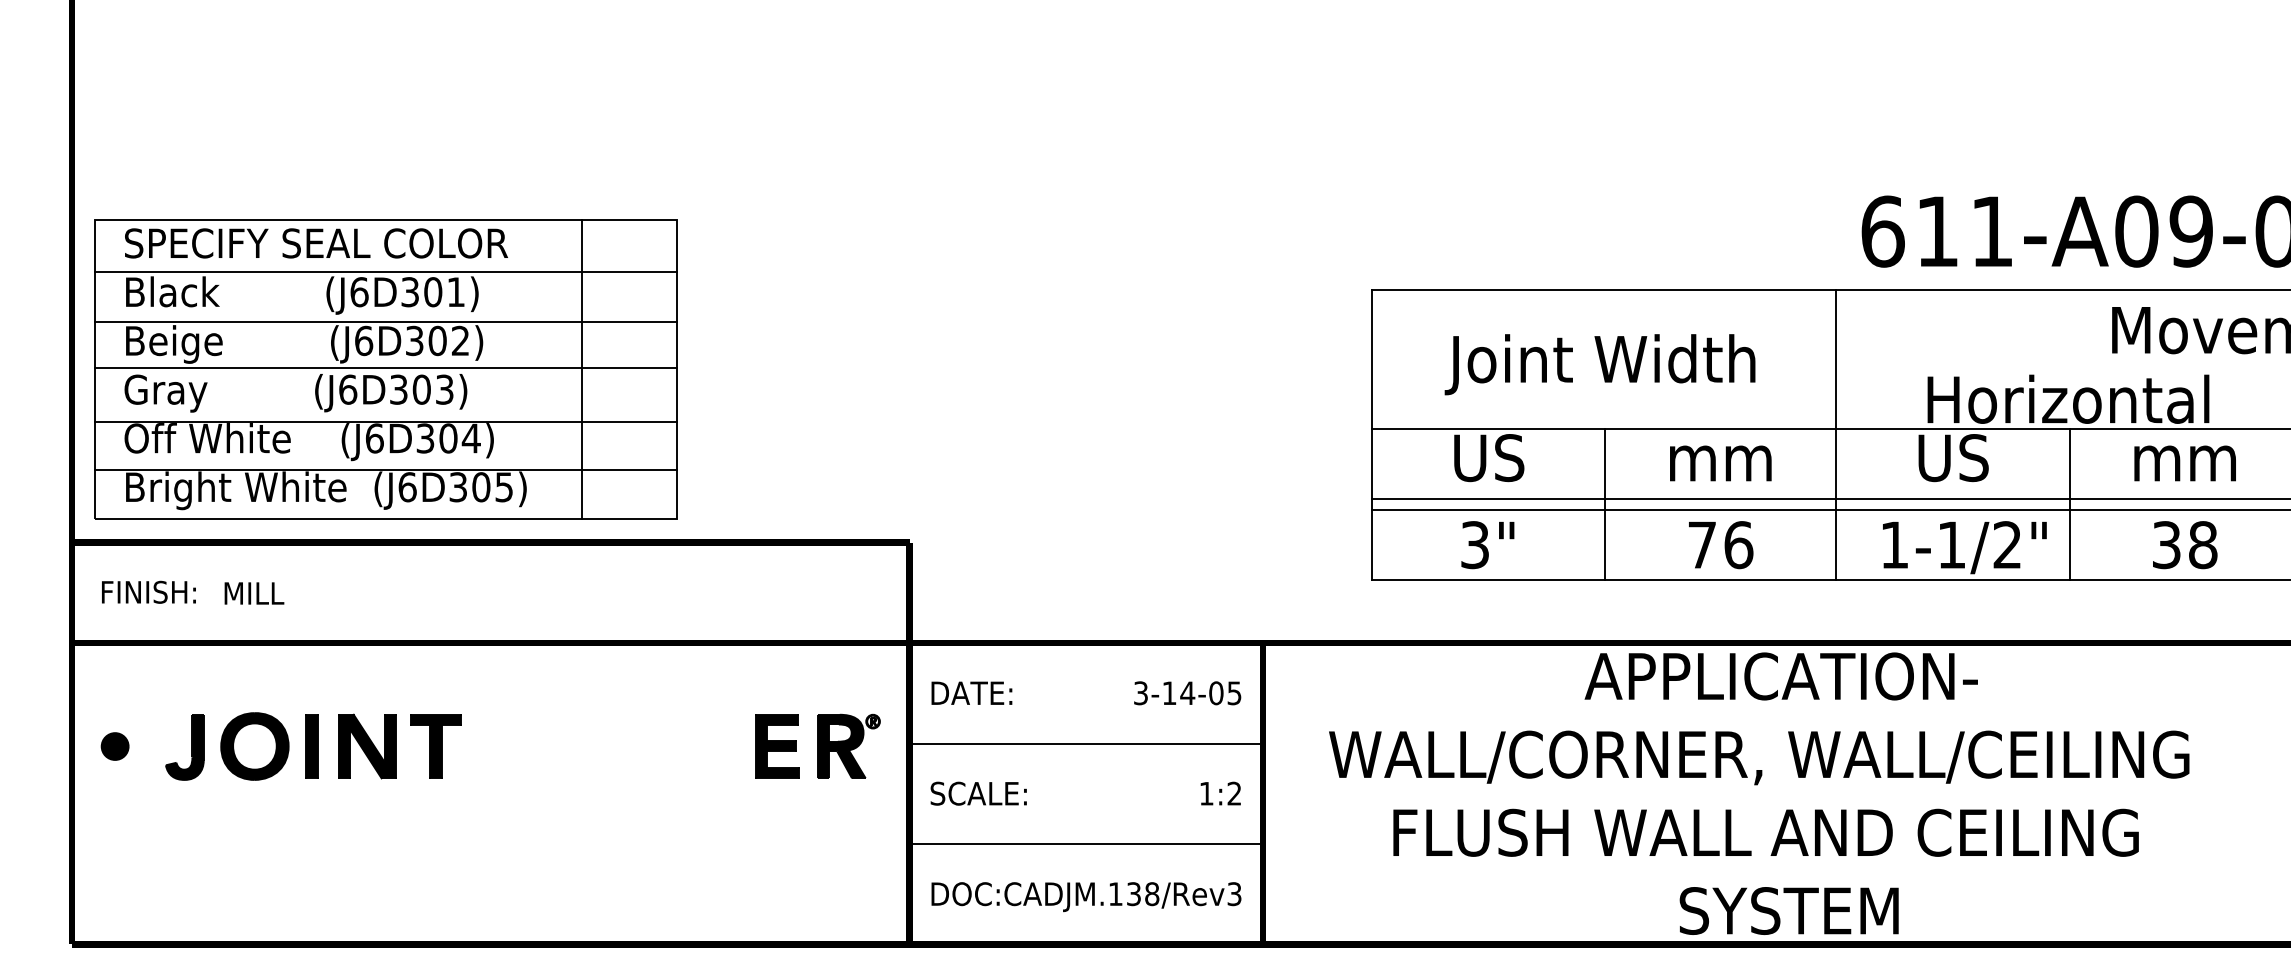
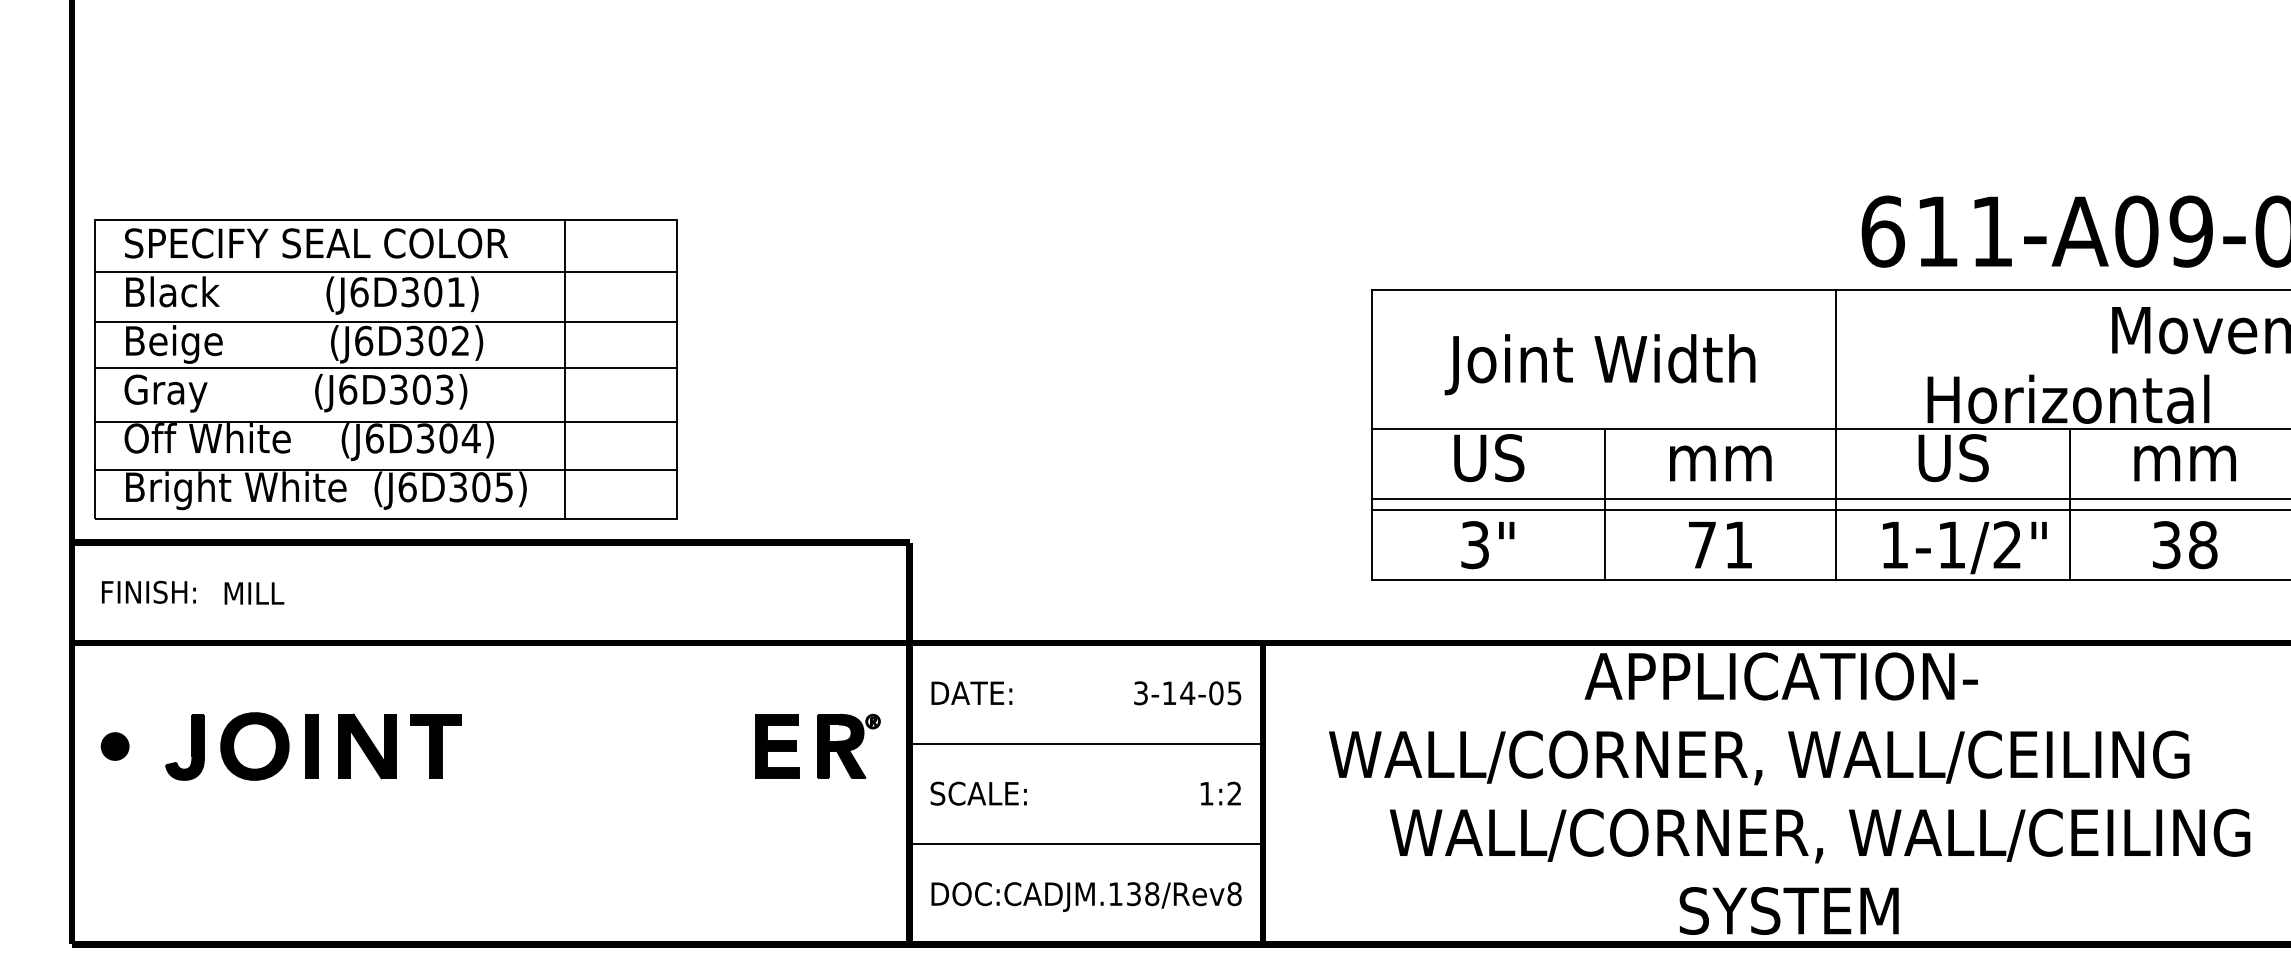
line at (581, 369) position: (581, 369) -> (564, 369)
text at (1738, 545): 76 -> 71
text at (1819, 835): FLUSH WALL AND CEILING -> WALL/CORNER, WALL/CEILING
text at (1234, 894): CADJM.138/Rev3 -> CADJM.138/Rev8
